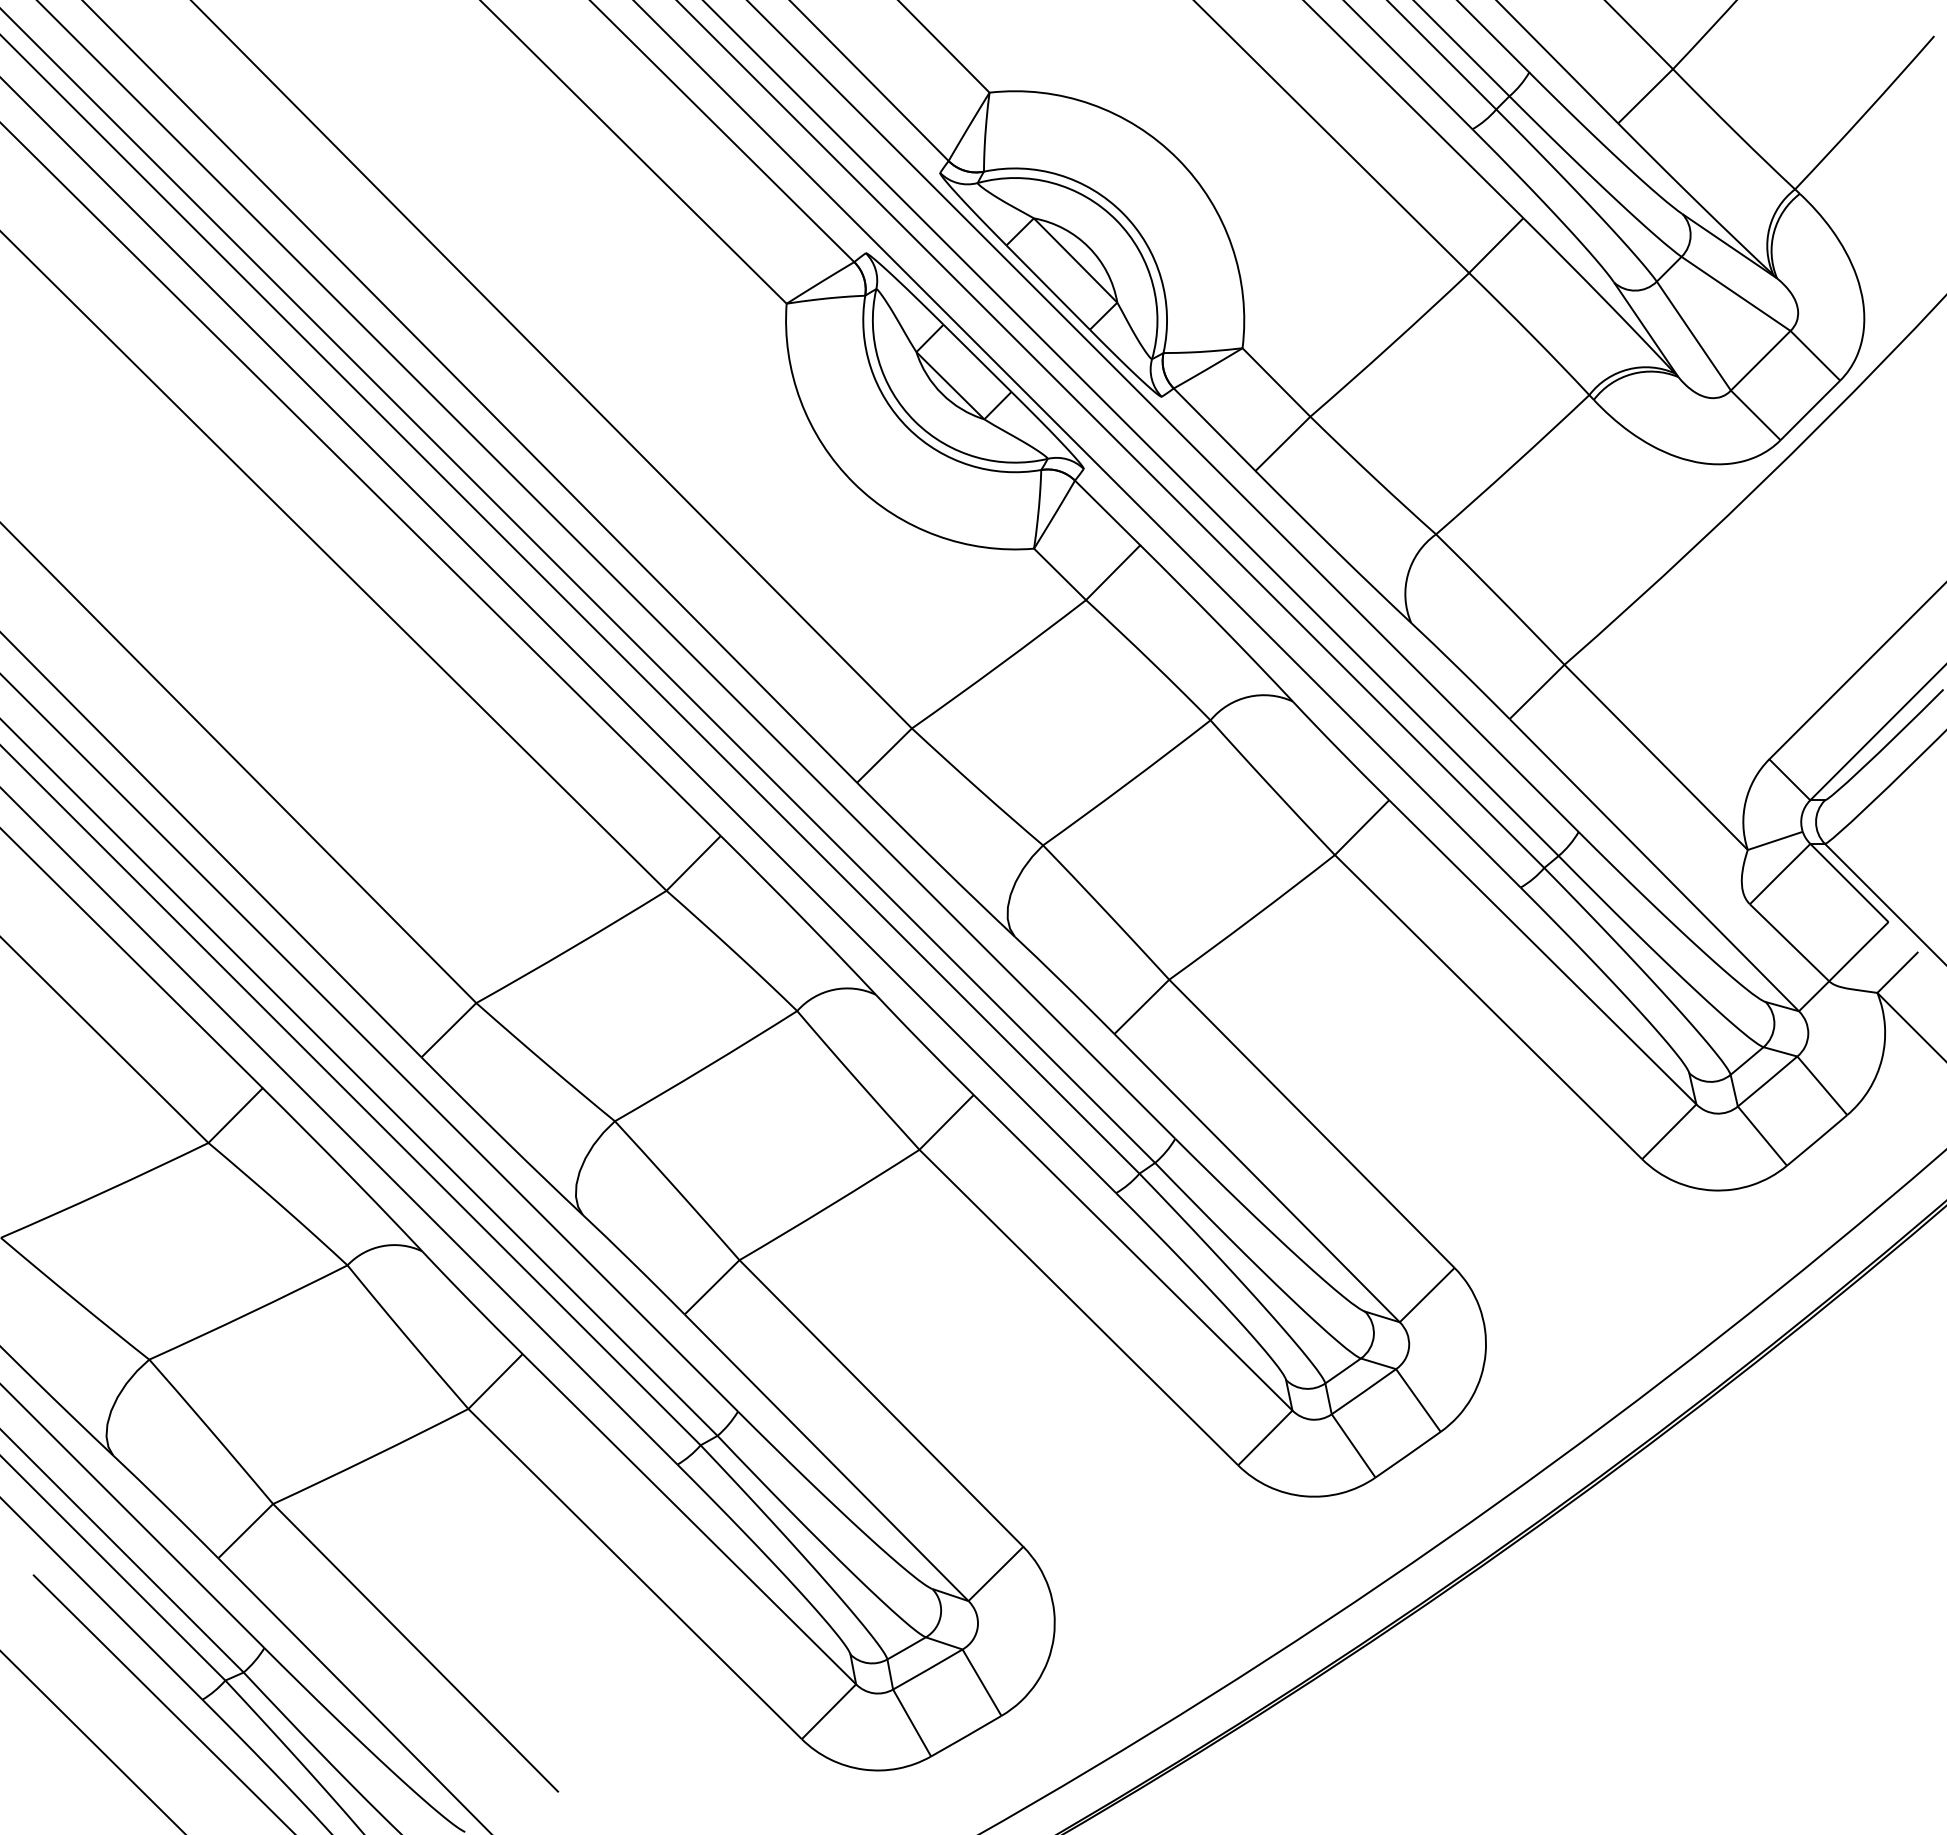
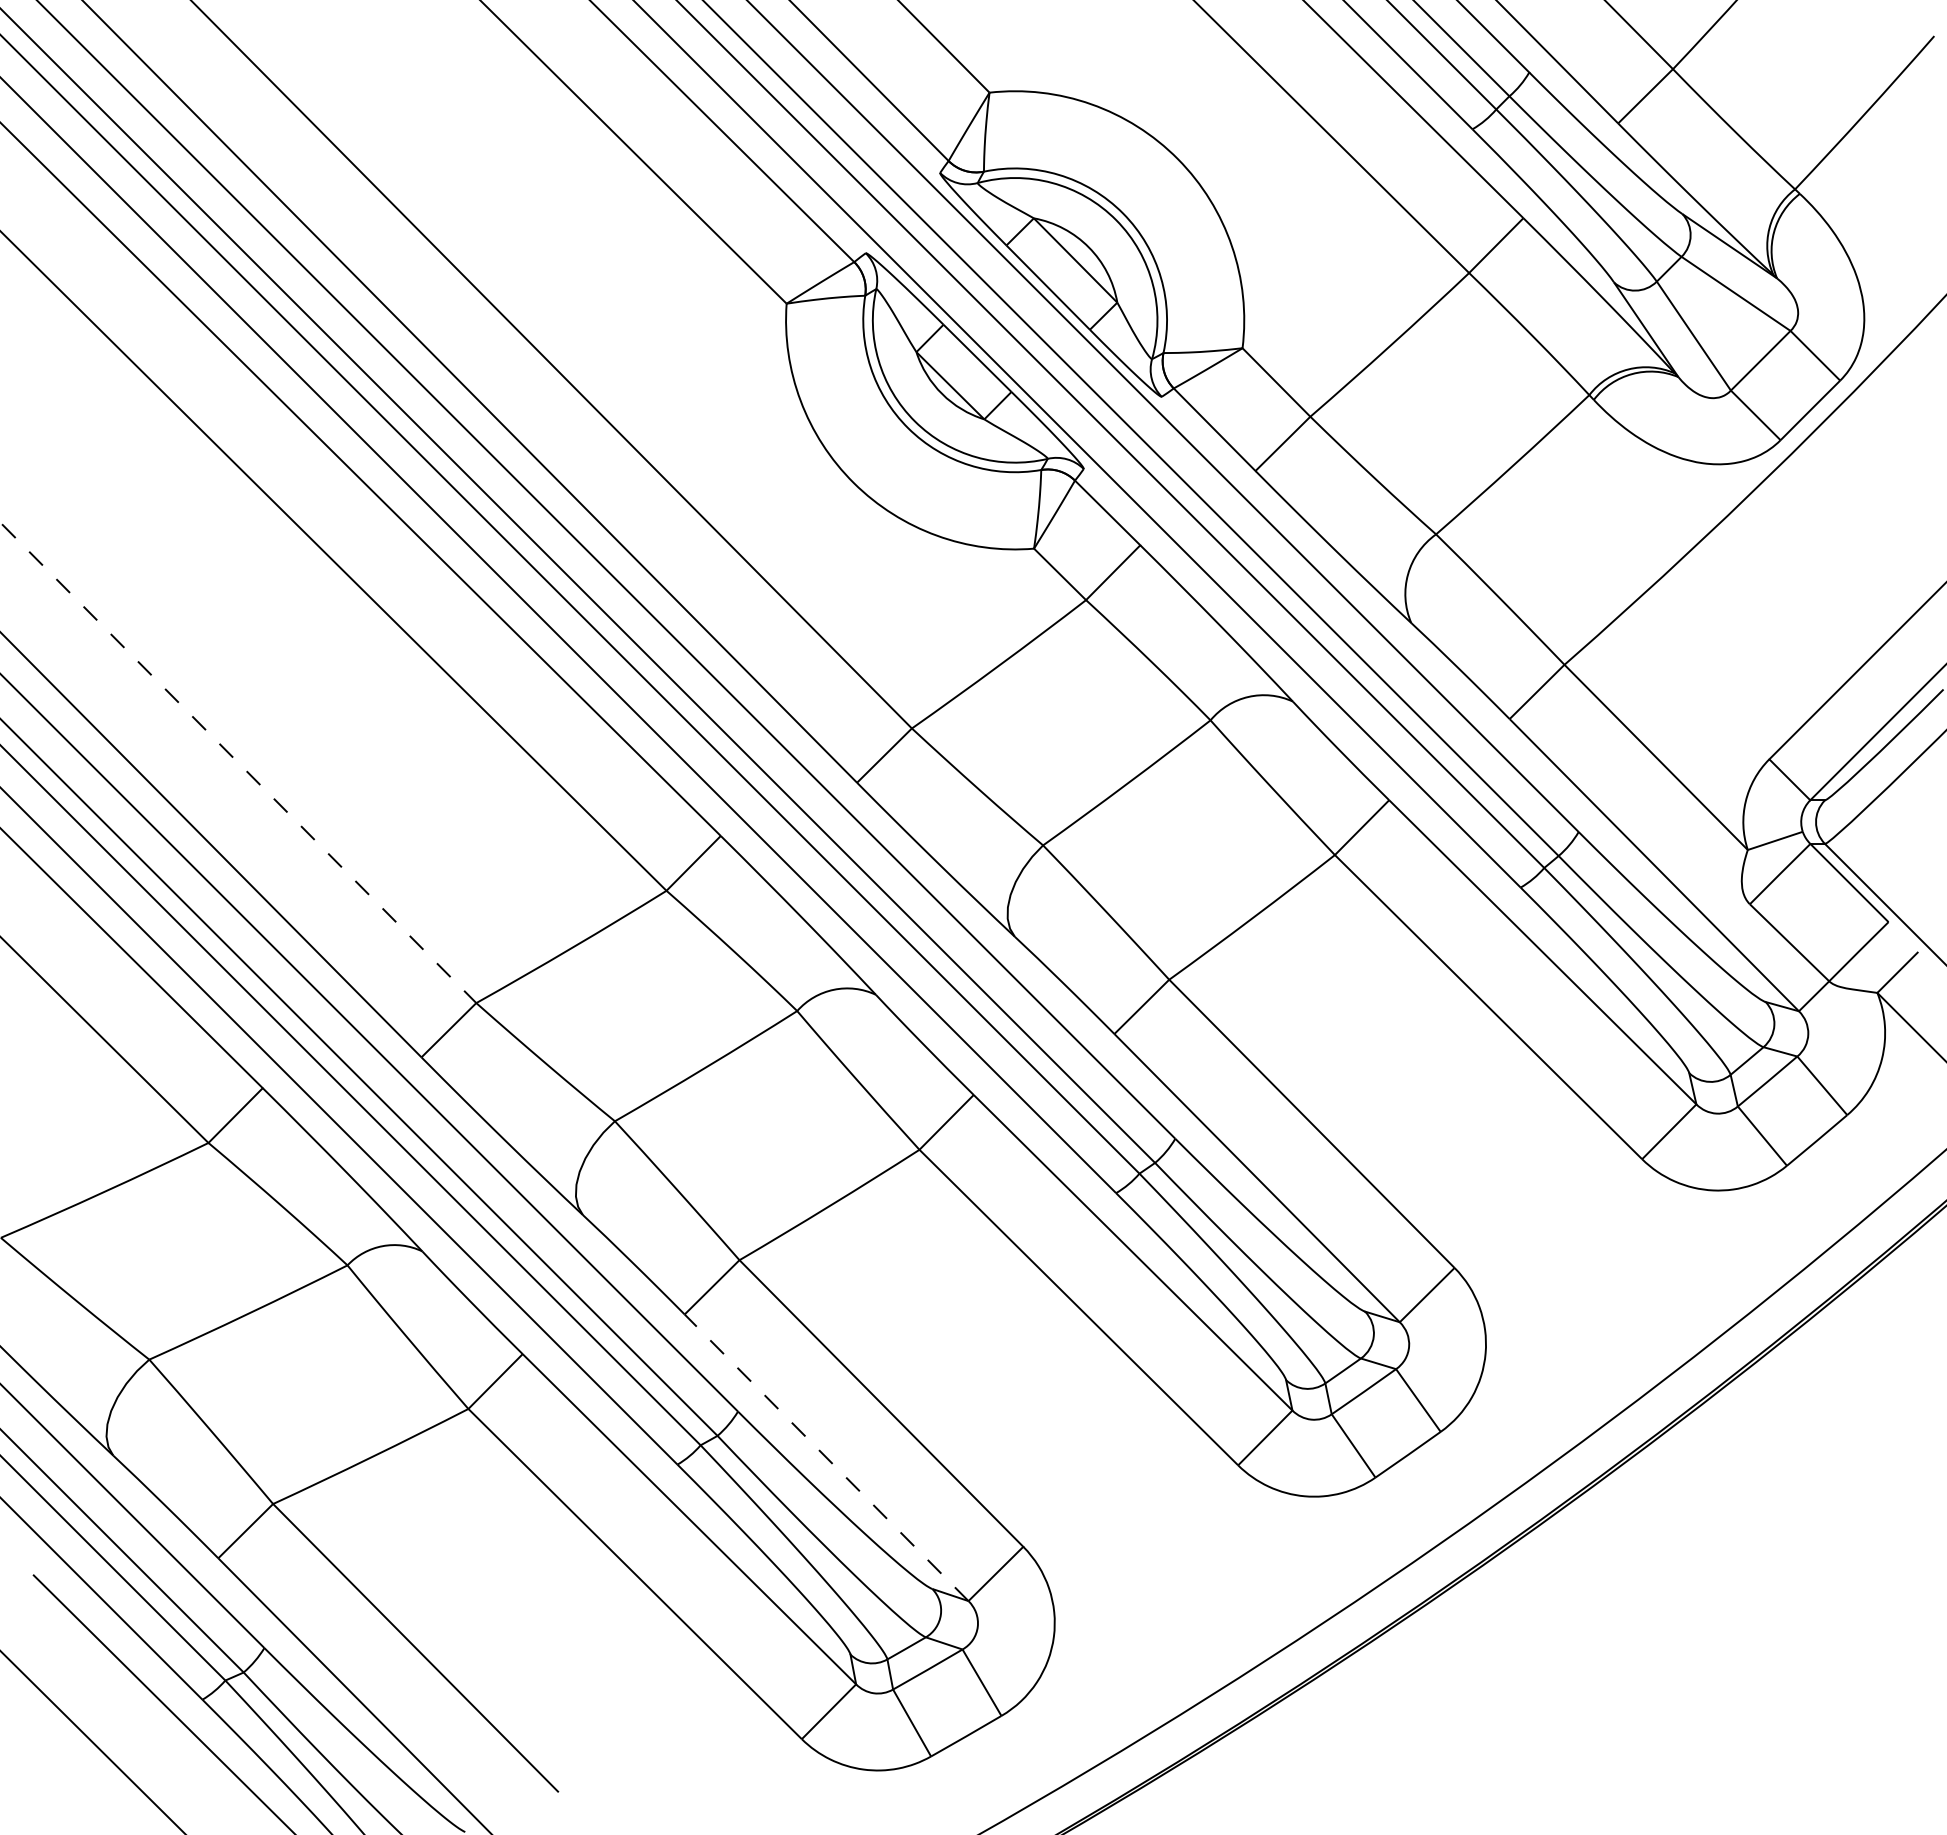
line at (238, 763): solid -> dashed
line at (826, 1457): solid -> dashed
